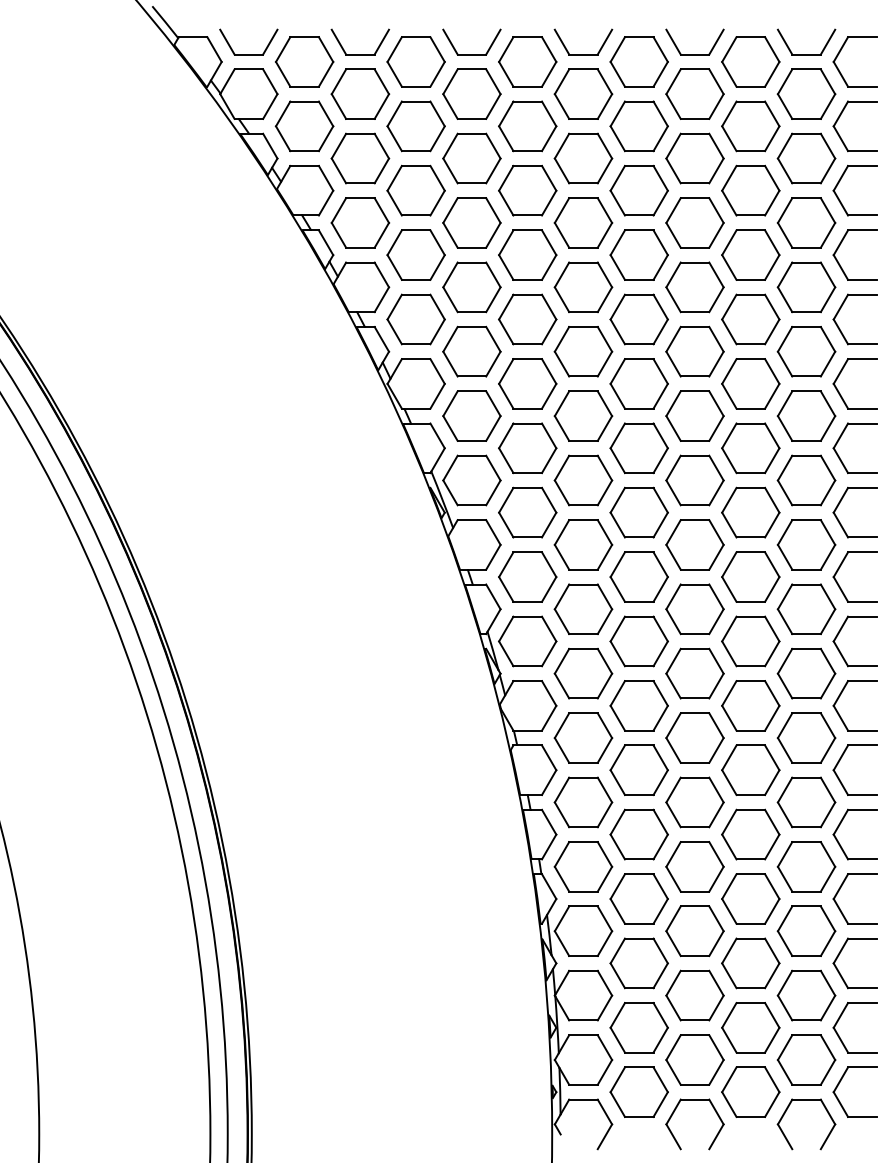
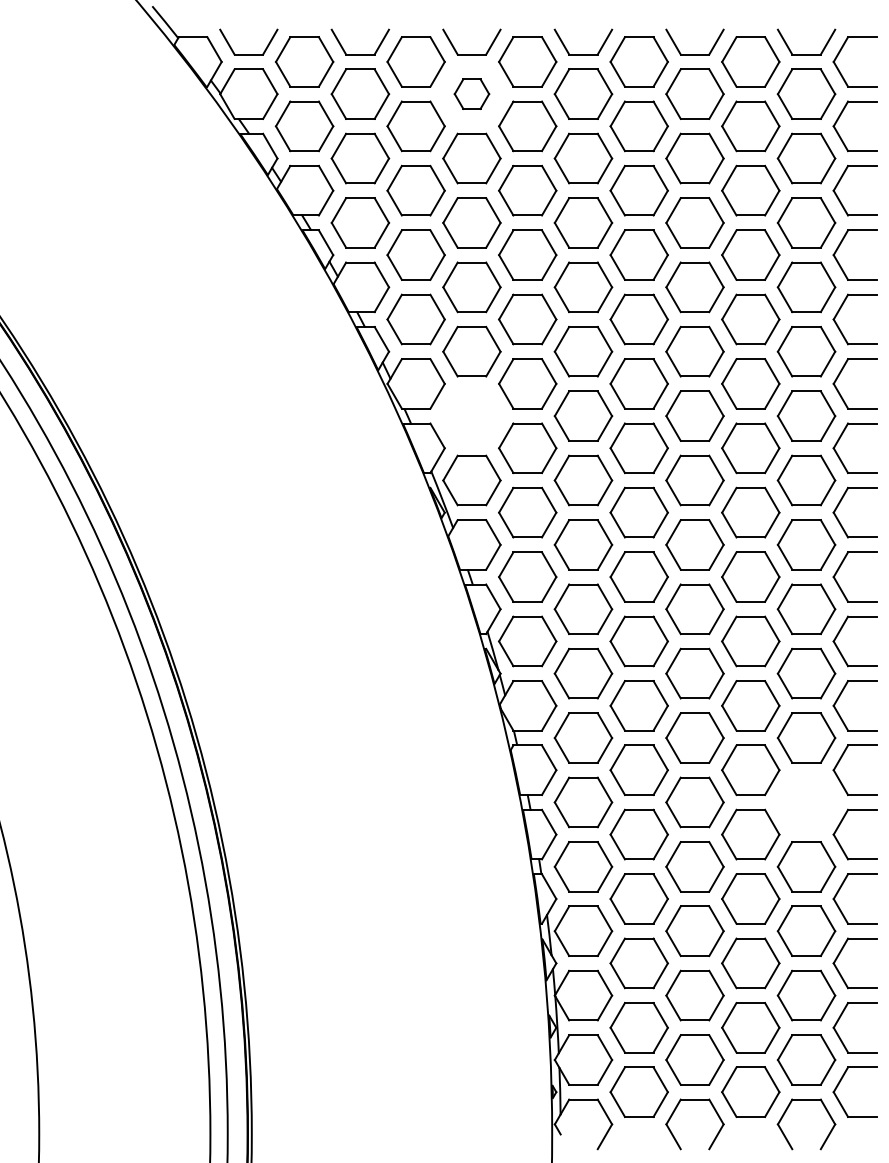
part at (471, 93) size: 60x52 px -> 38x32 px
part at (471, 415): present -> none
part at (806, 802): present -> none
